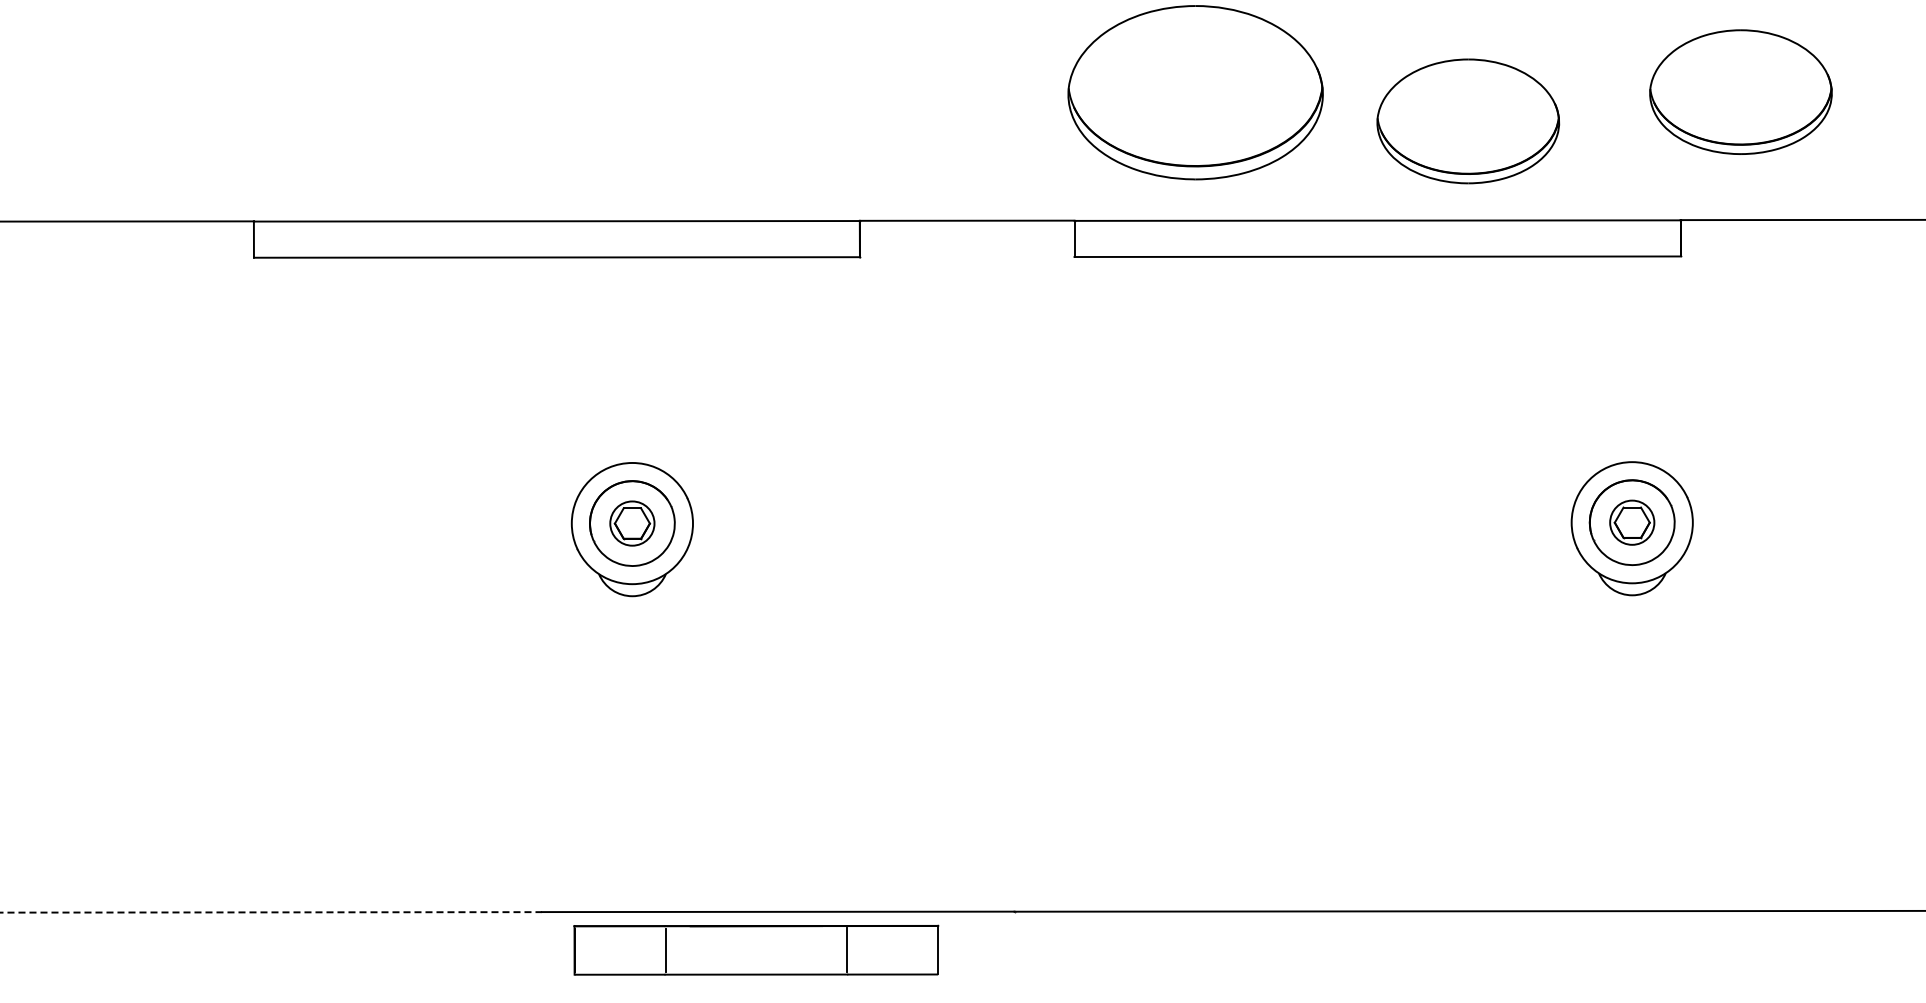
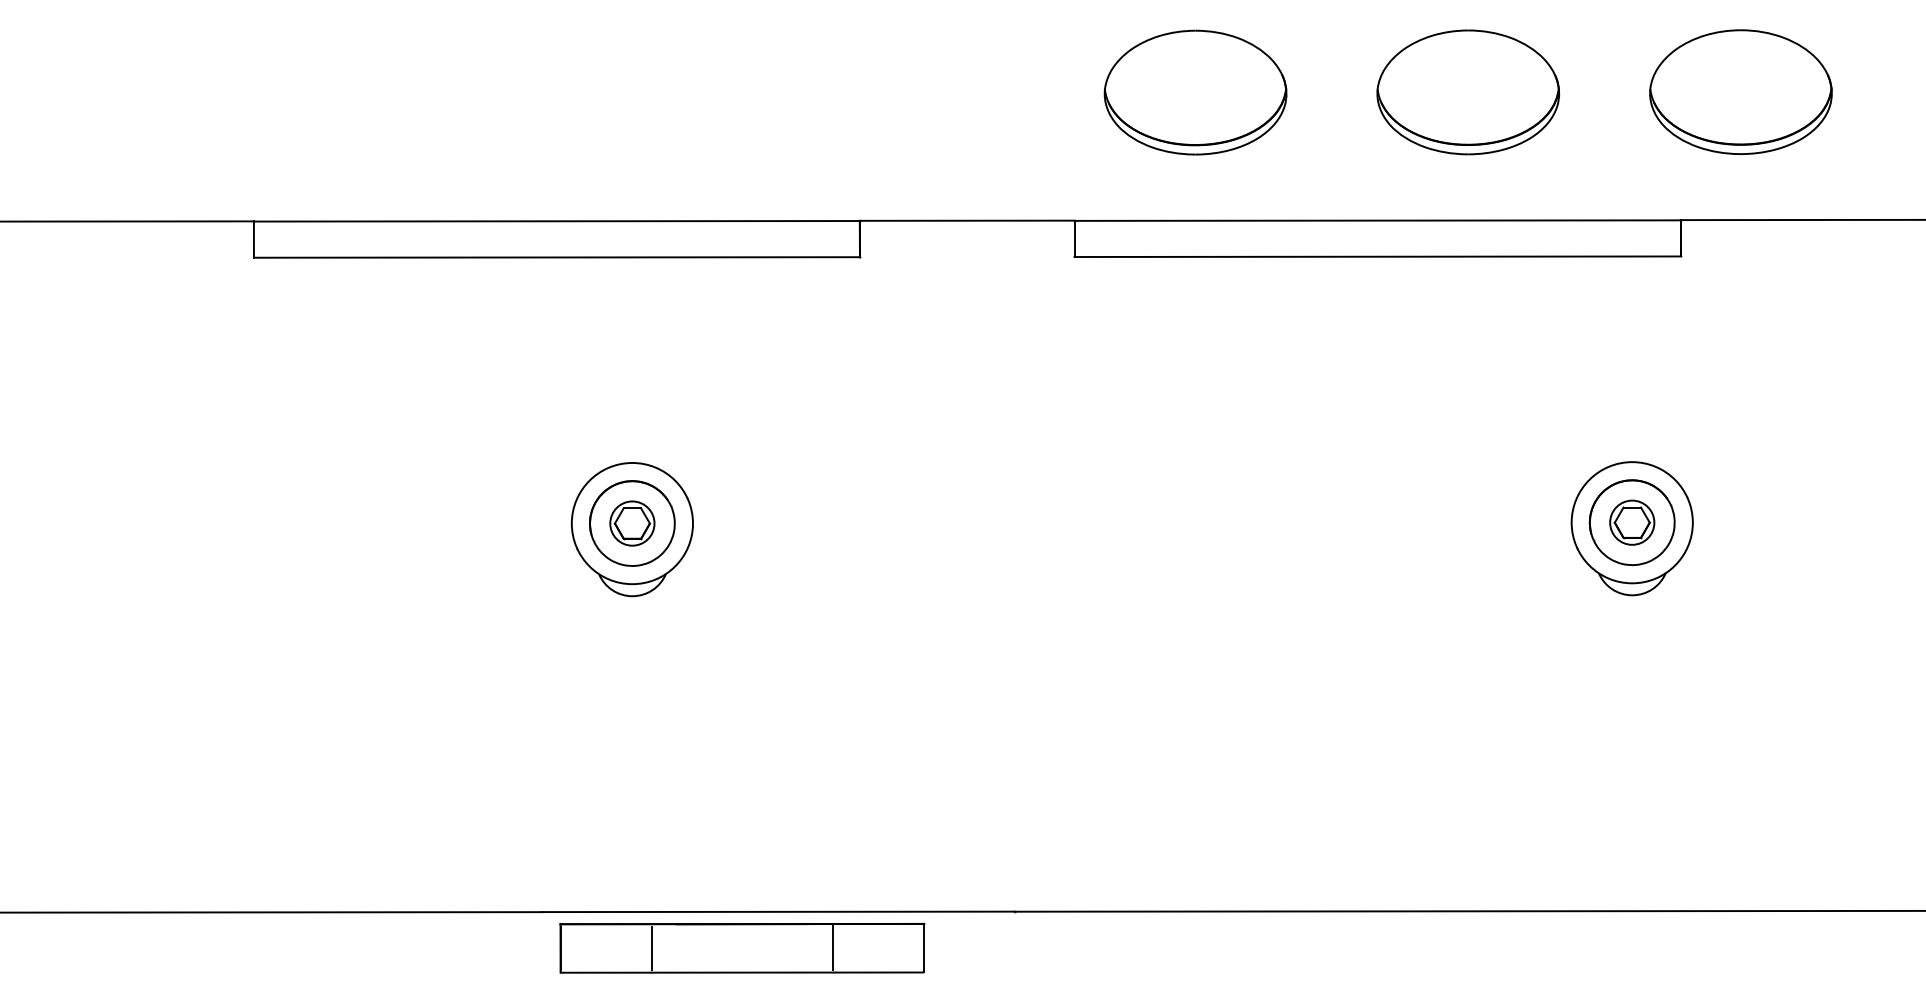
part at (1195, 92) size: 257x176 px -> 185x127 px
part at (1468, 121) position: (1468, 121) -> (1468, 92)
line at (271, 912): dashed -> solid
part at (756, 949) position: (756, 949) -> (742, 947)
